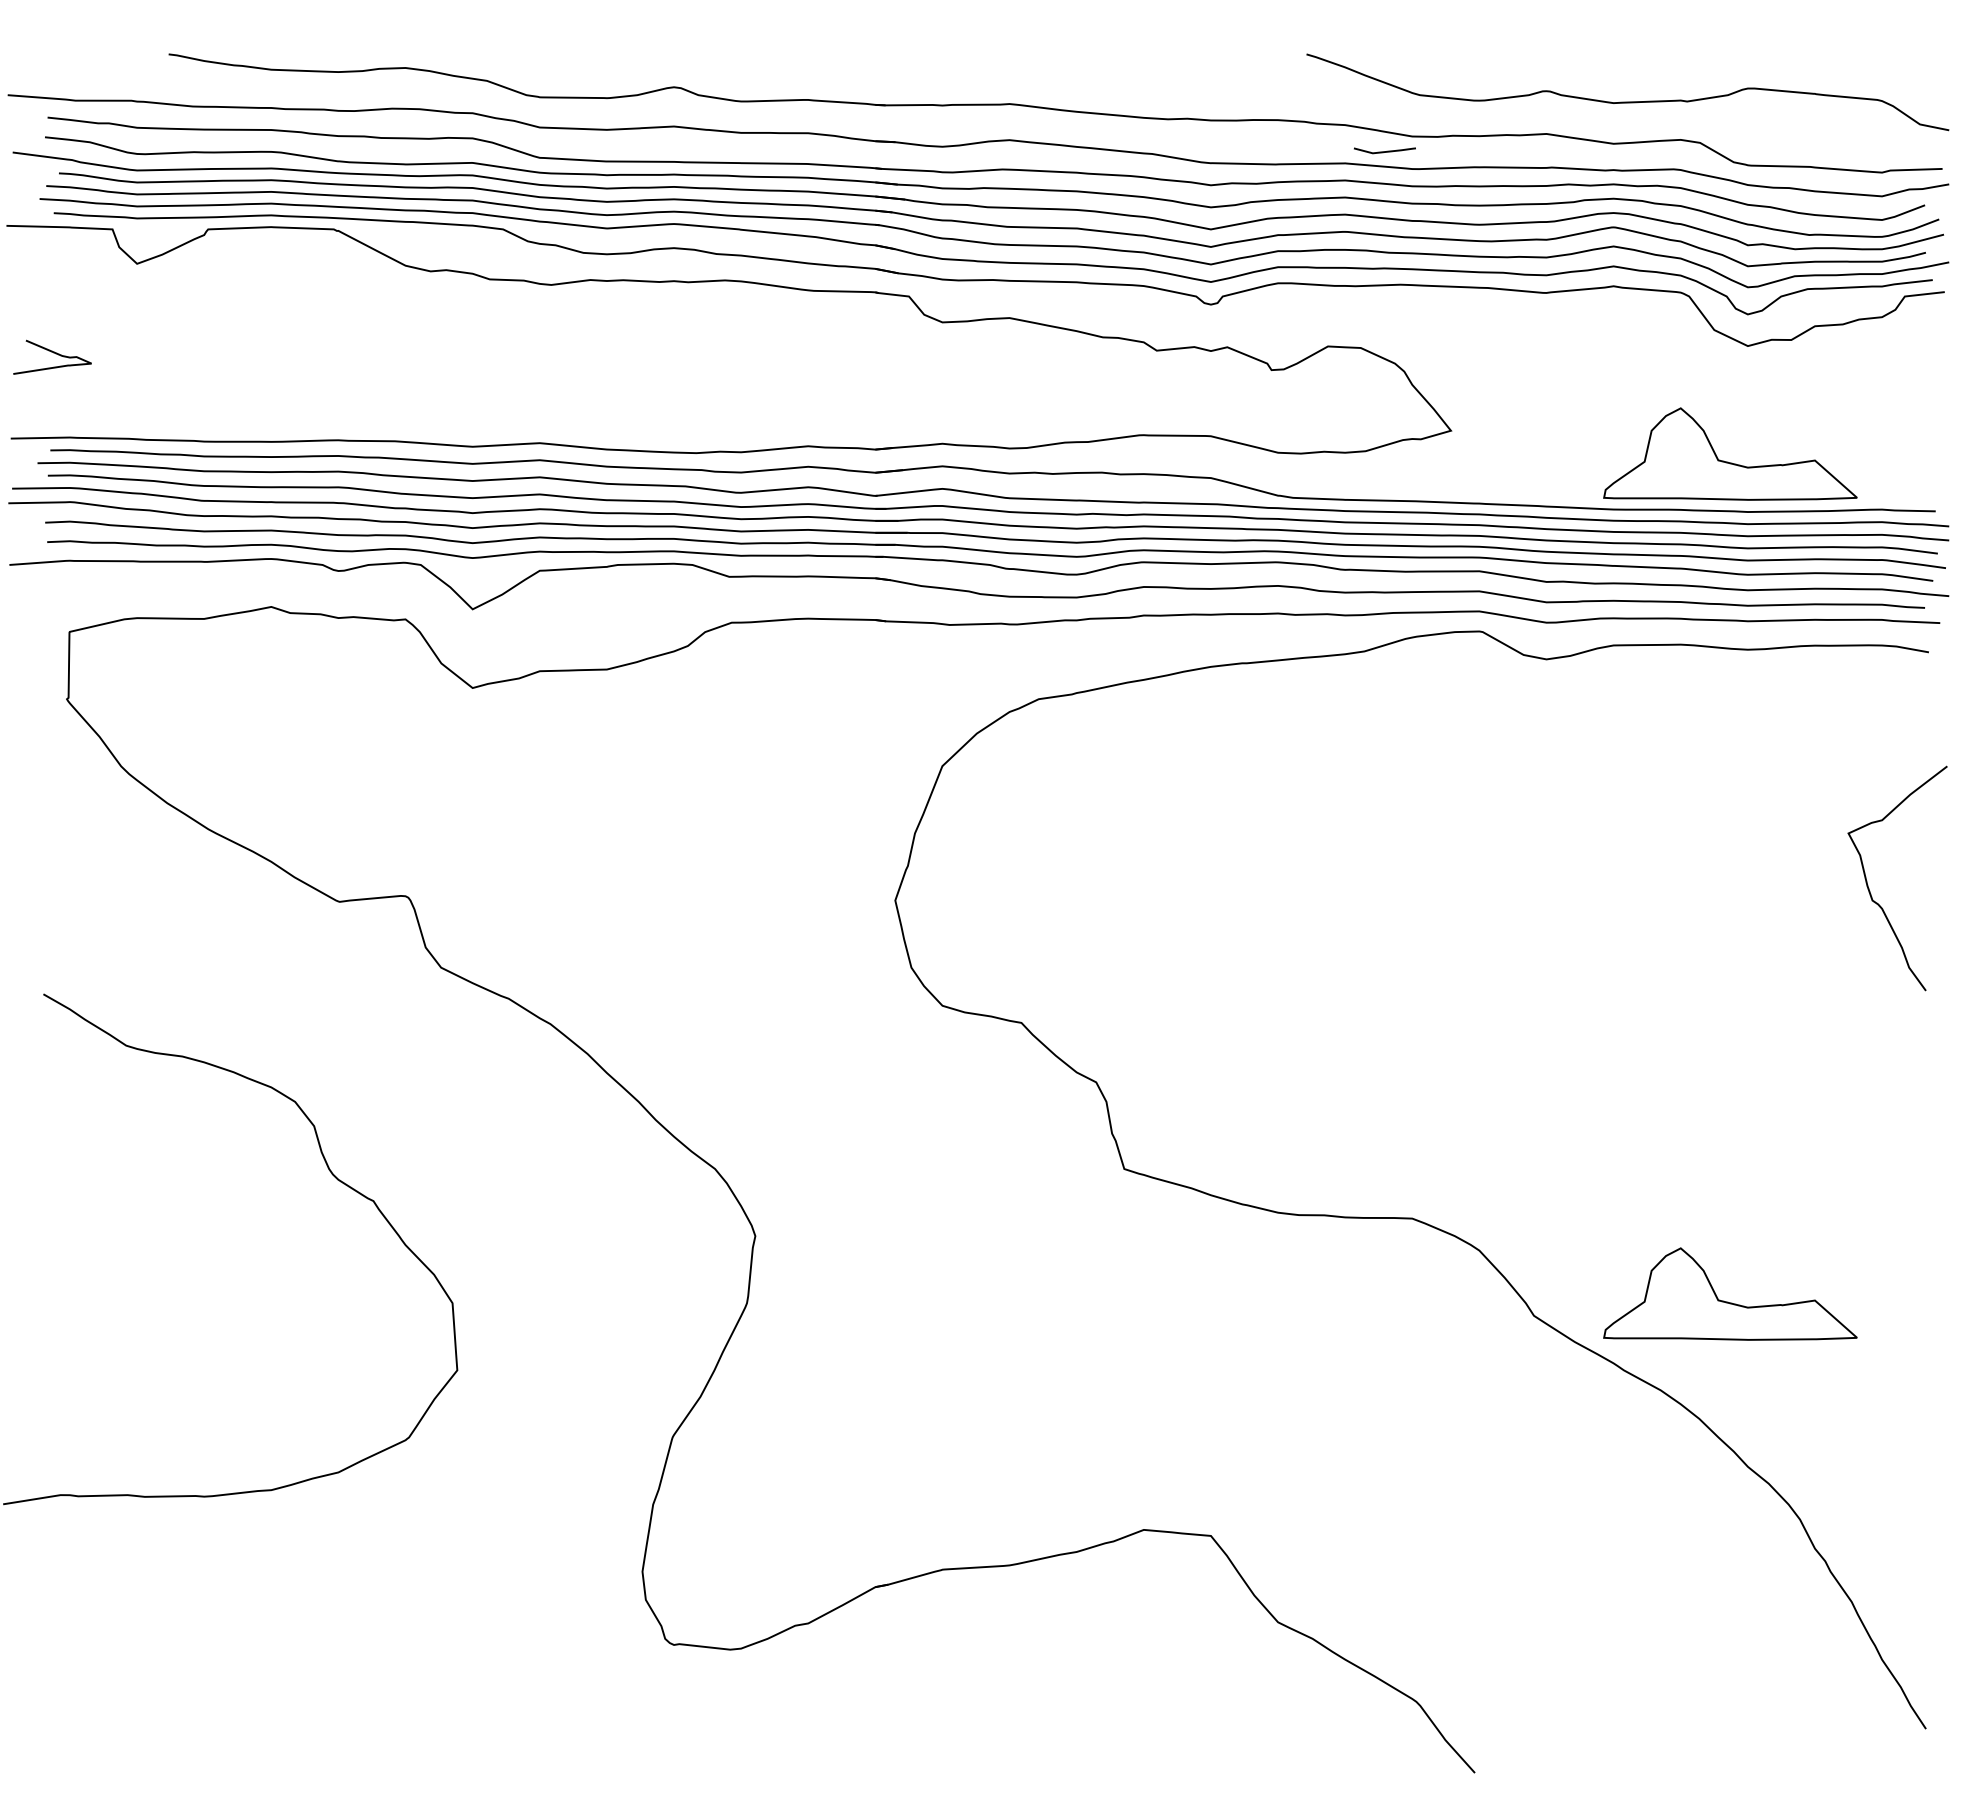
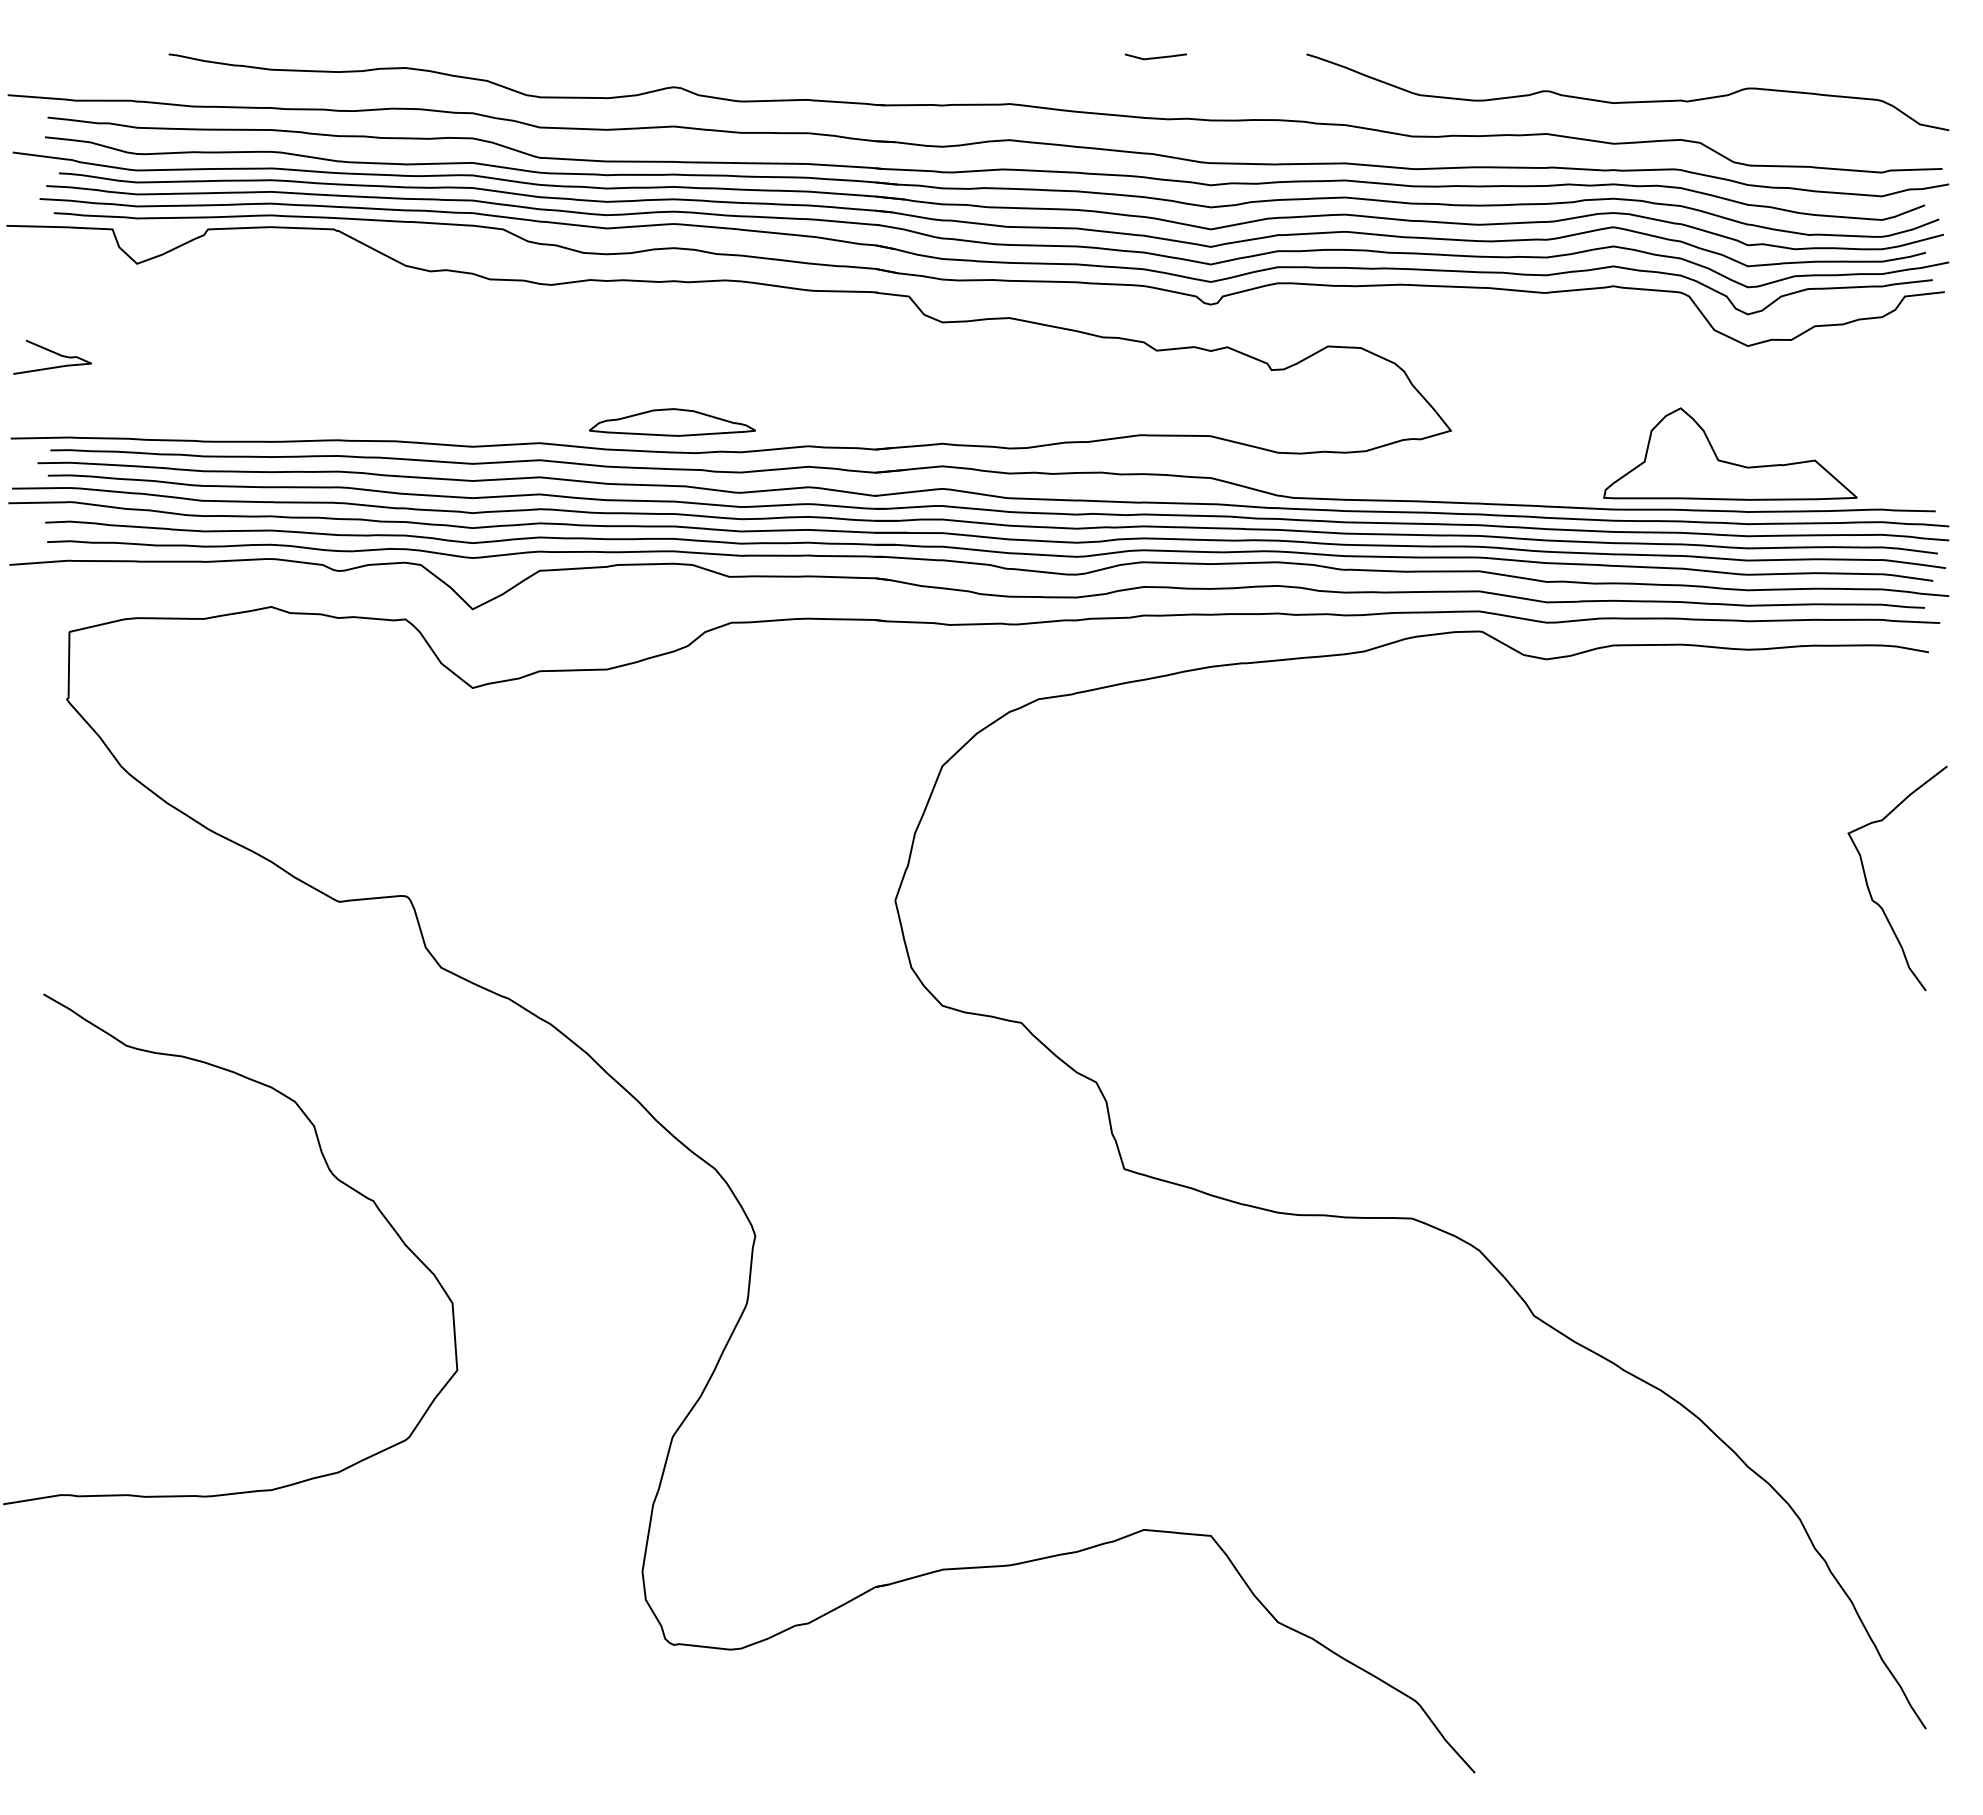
line at (1384, 151) position: (1384, 151) -> (1155, 57)
part at (672, 422): none -> present
part at (1728, 1301): present -> none
